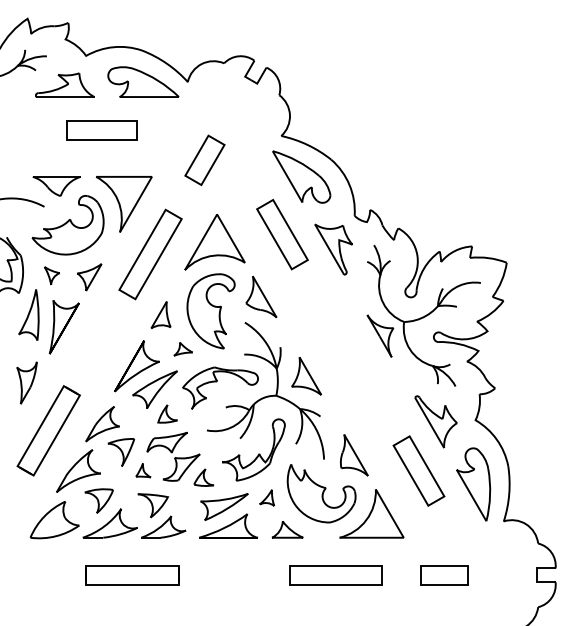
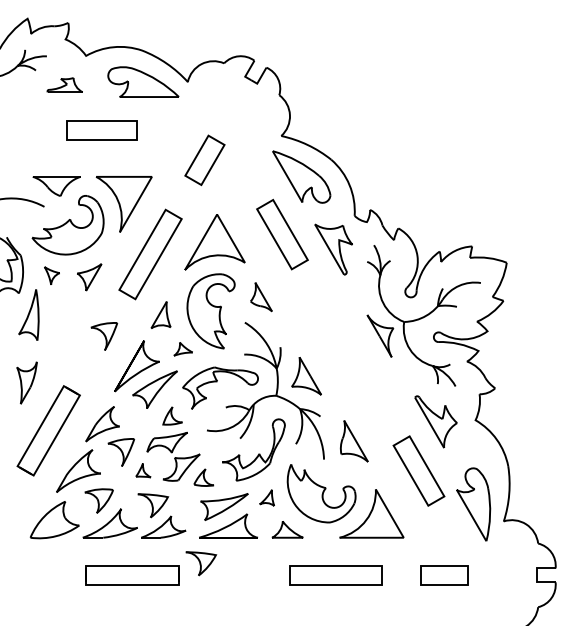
part at (64, 84) size: 60x26 px -> 37x16 px
part at (261, 297) size: 33x43 px -> 23x31 px
part at (63, 327): present -> none
part at (104, 336): none -> present
part at (167, 413) position: (167, 413) -> (172, 415)
part at (353, 455) position: (353, 455) -> (353, 441)
part at (473, 484) position: (473, 484) -> (473, 504)
part at (201, 563): none -> present
